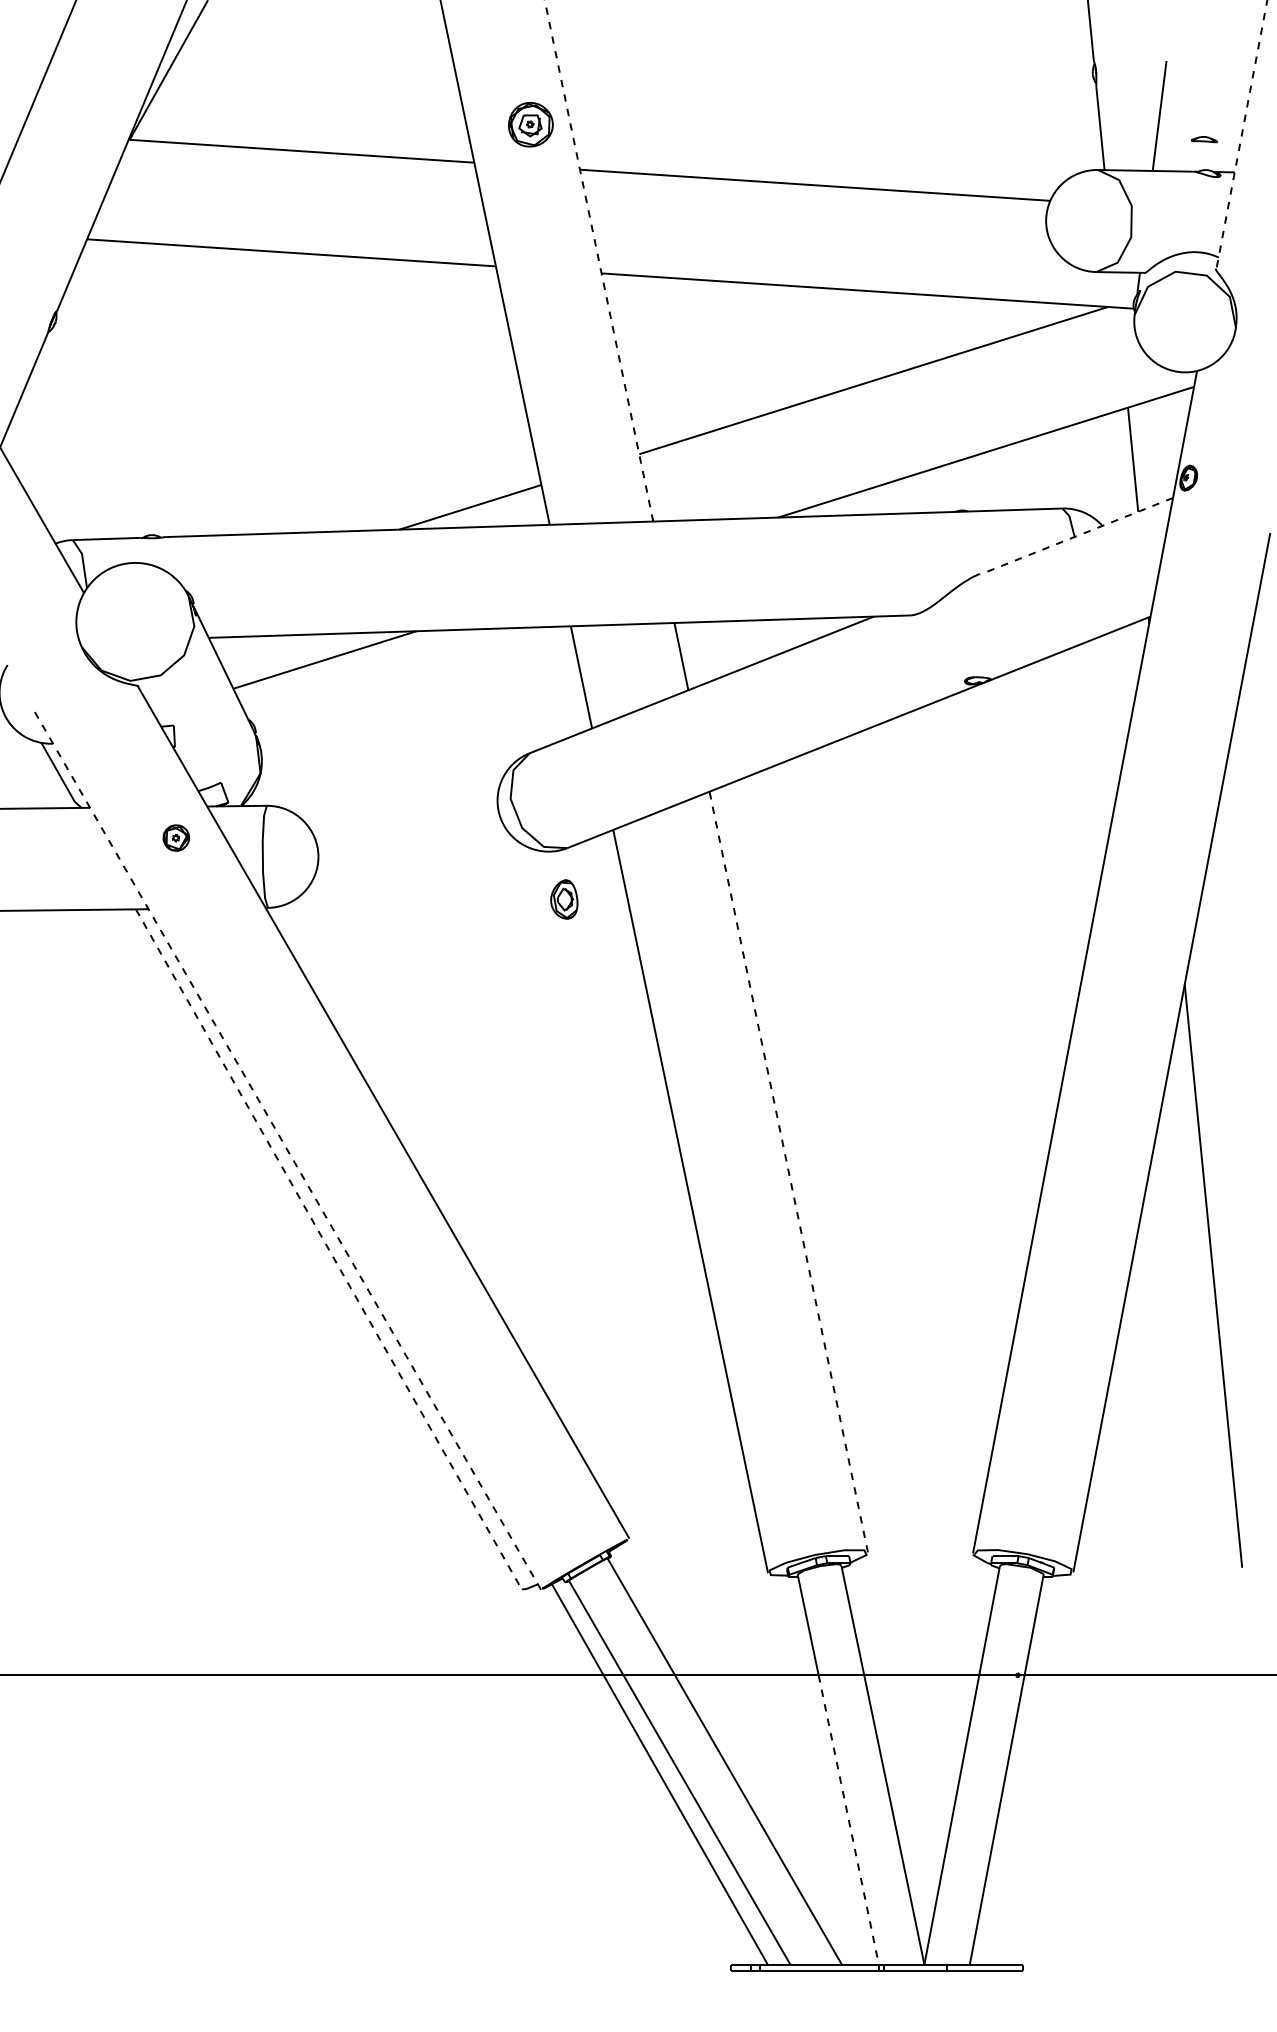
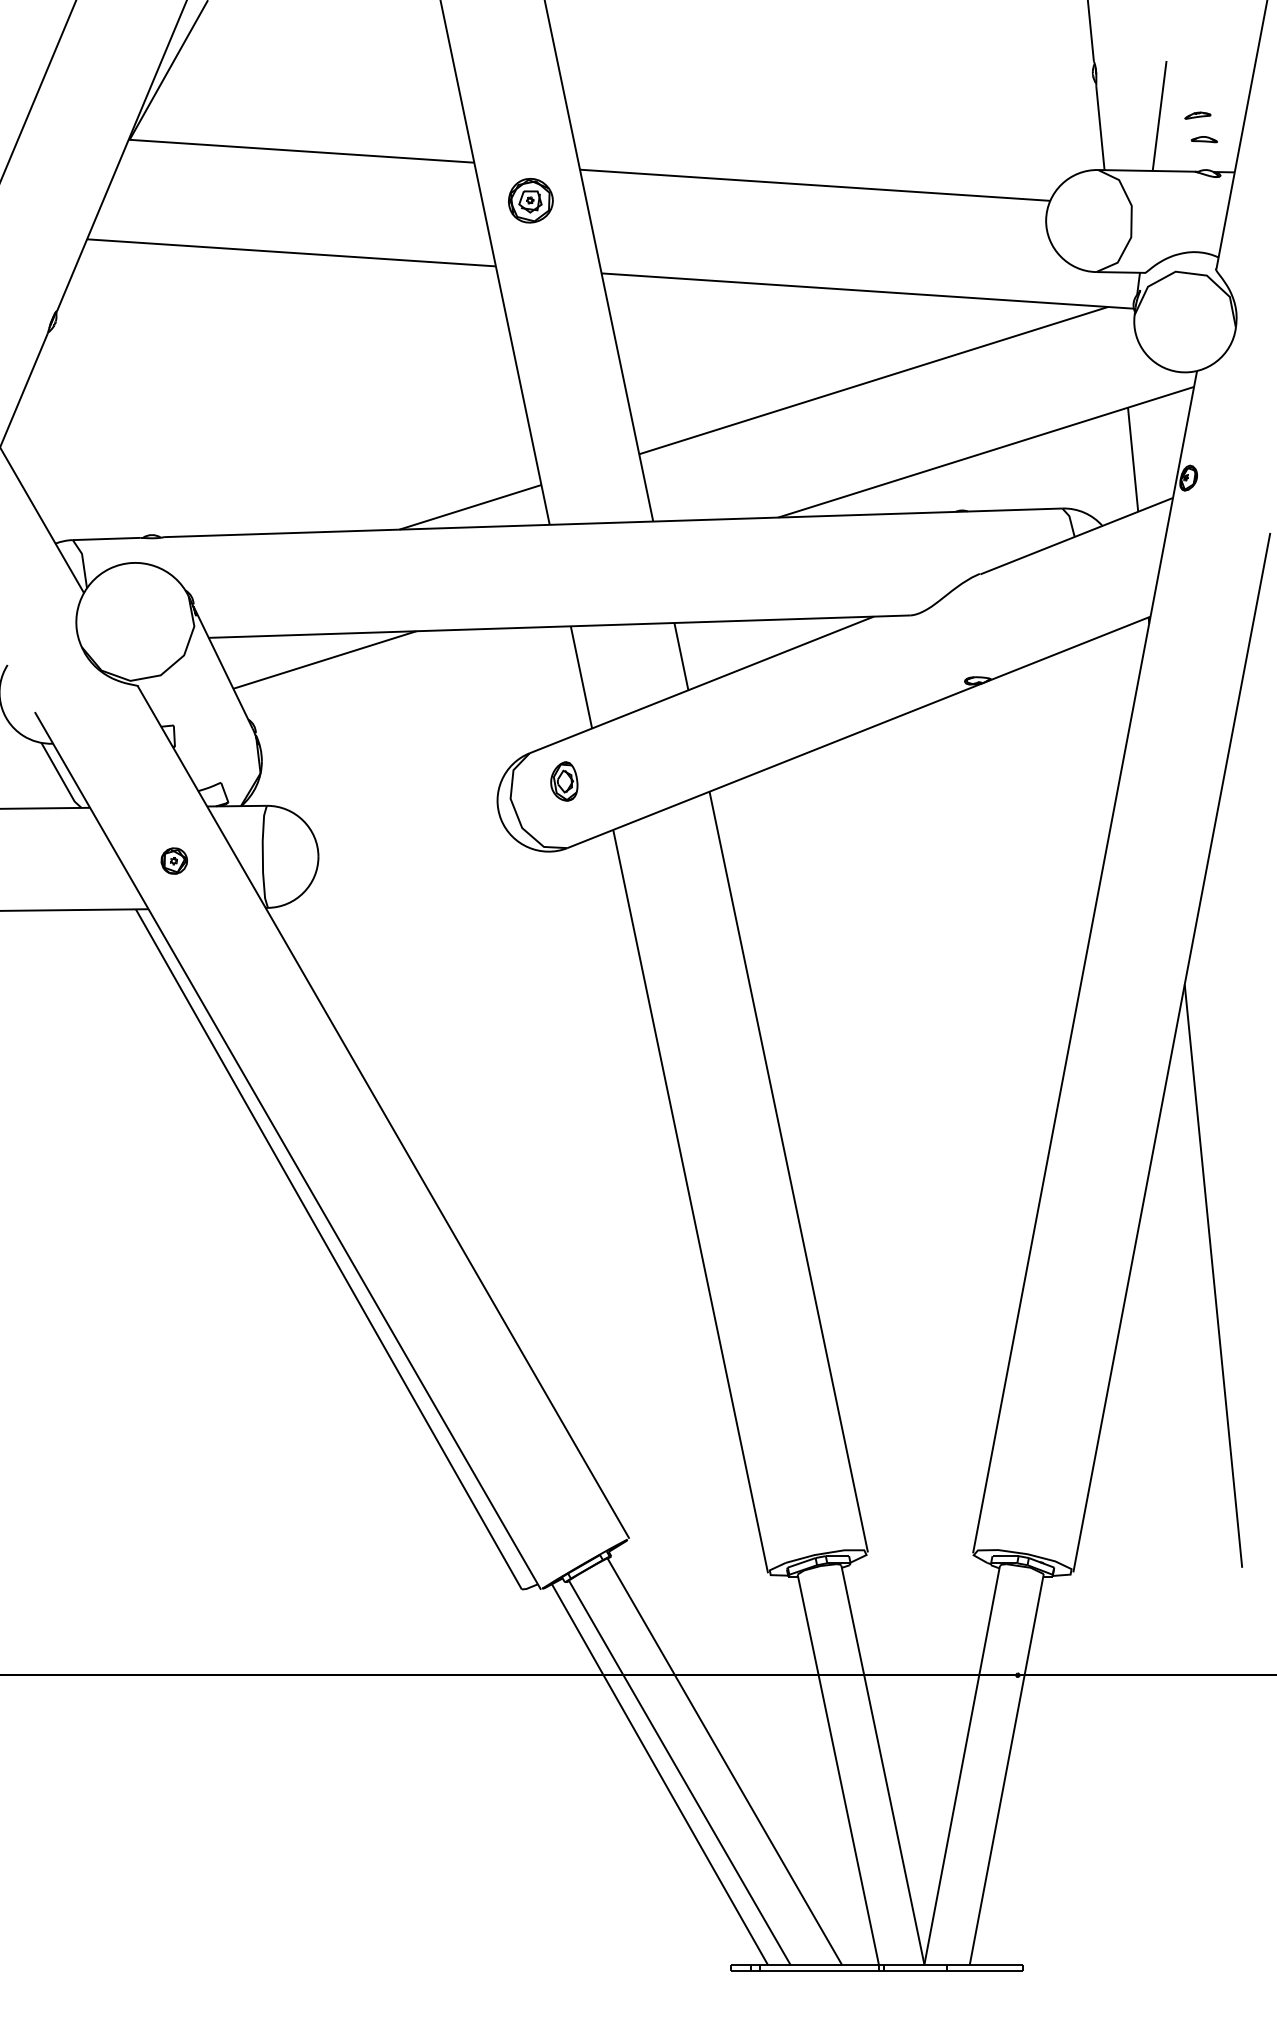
part at (1197, 115): none -> present
part at (530, 124) position: (530, 124) -> (530, 200)
line at (1241, 134): dashed -> solid
line at (598, 260): dashed -> solid
line at (1076, 536): dashed -> solid
part at (175, 837) position: (175, 837) -> (173, 860)
part at (564, 899) position: (564, 899) -> (564, 781)
line at (288, 1150): dashed -> solid
line at (788, 1172): dashed -> solid
line at (328, 1249): dashed -> solid
line at (848, 1820): dashed -> solid
